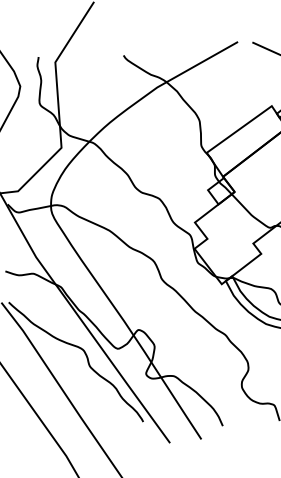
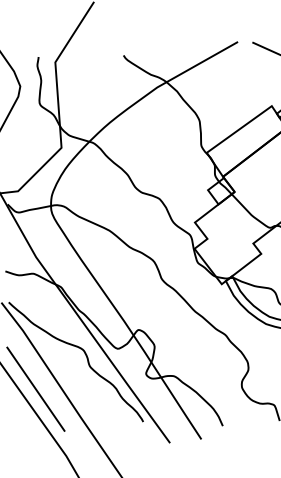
line at (35, 388): none -> present
